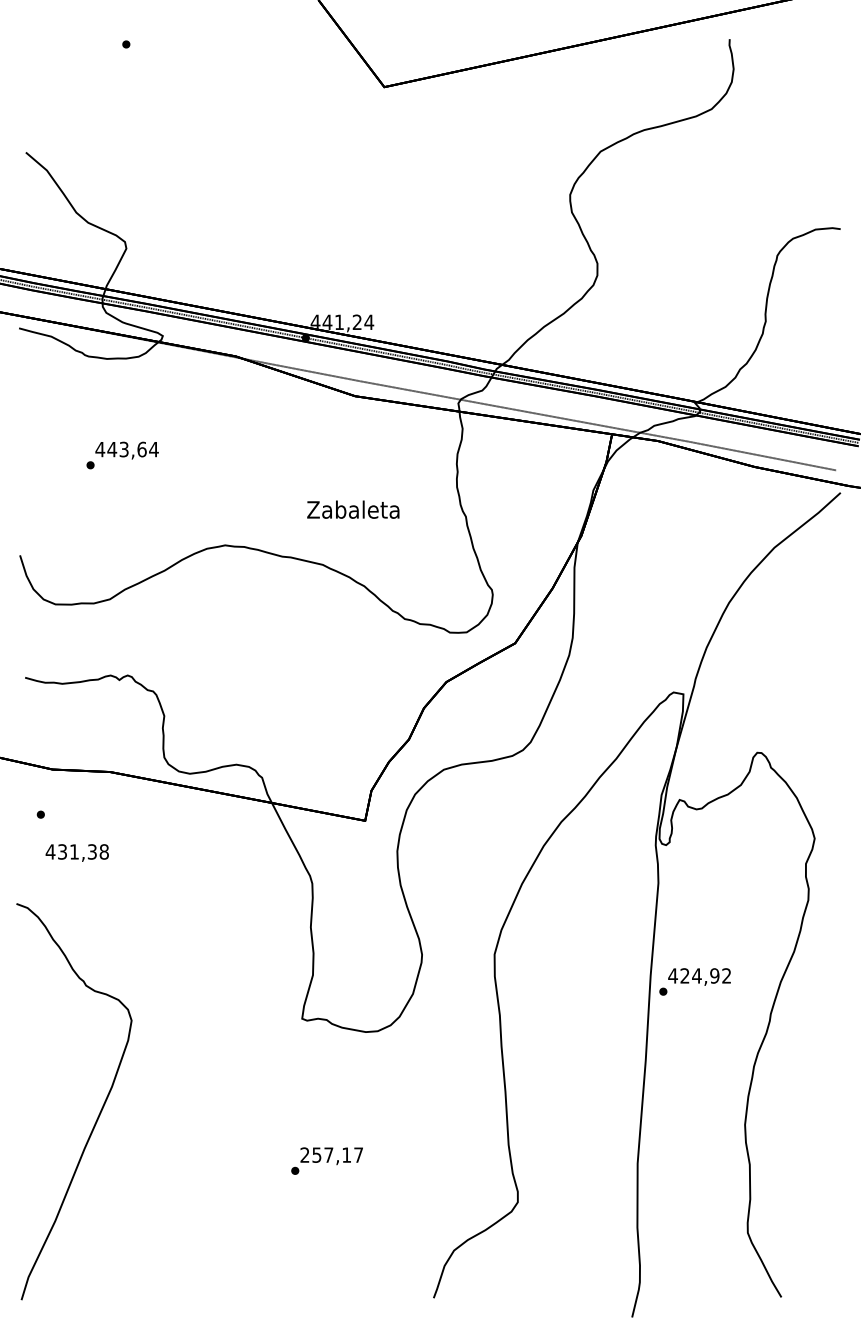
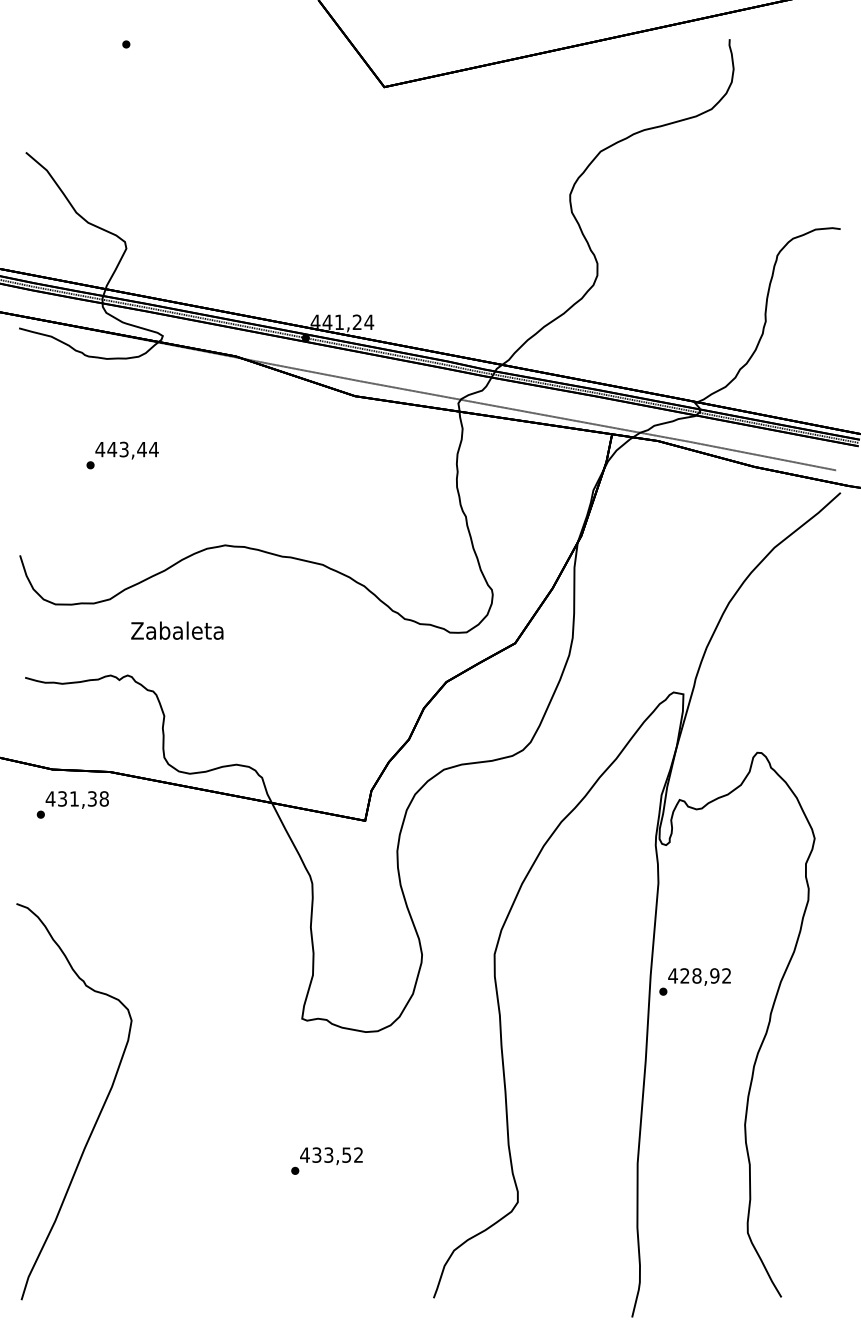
text at (141, 449): 443,64 -> 443,44
text at (353, 509) position: (353, 509) -> (177, 630)
text at (76, 852) position: (76, 852) -> (76, 799)
text at (696, 975): 424,92 -> 428,92
text at (331, 1154): 257,17 -> 433,52
